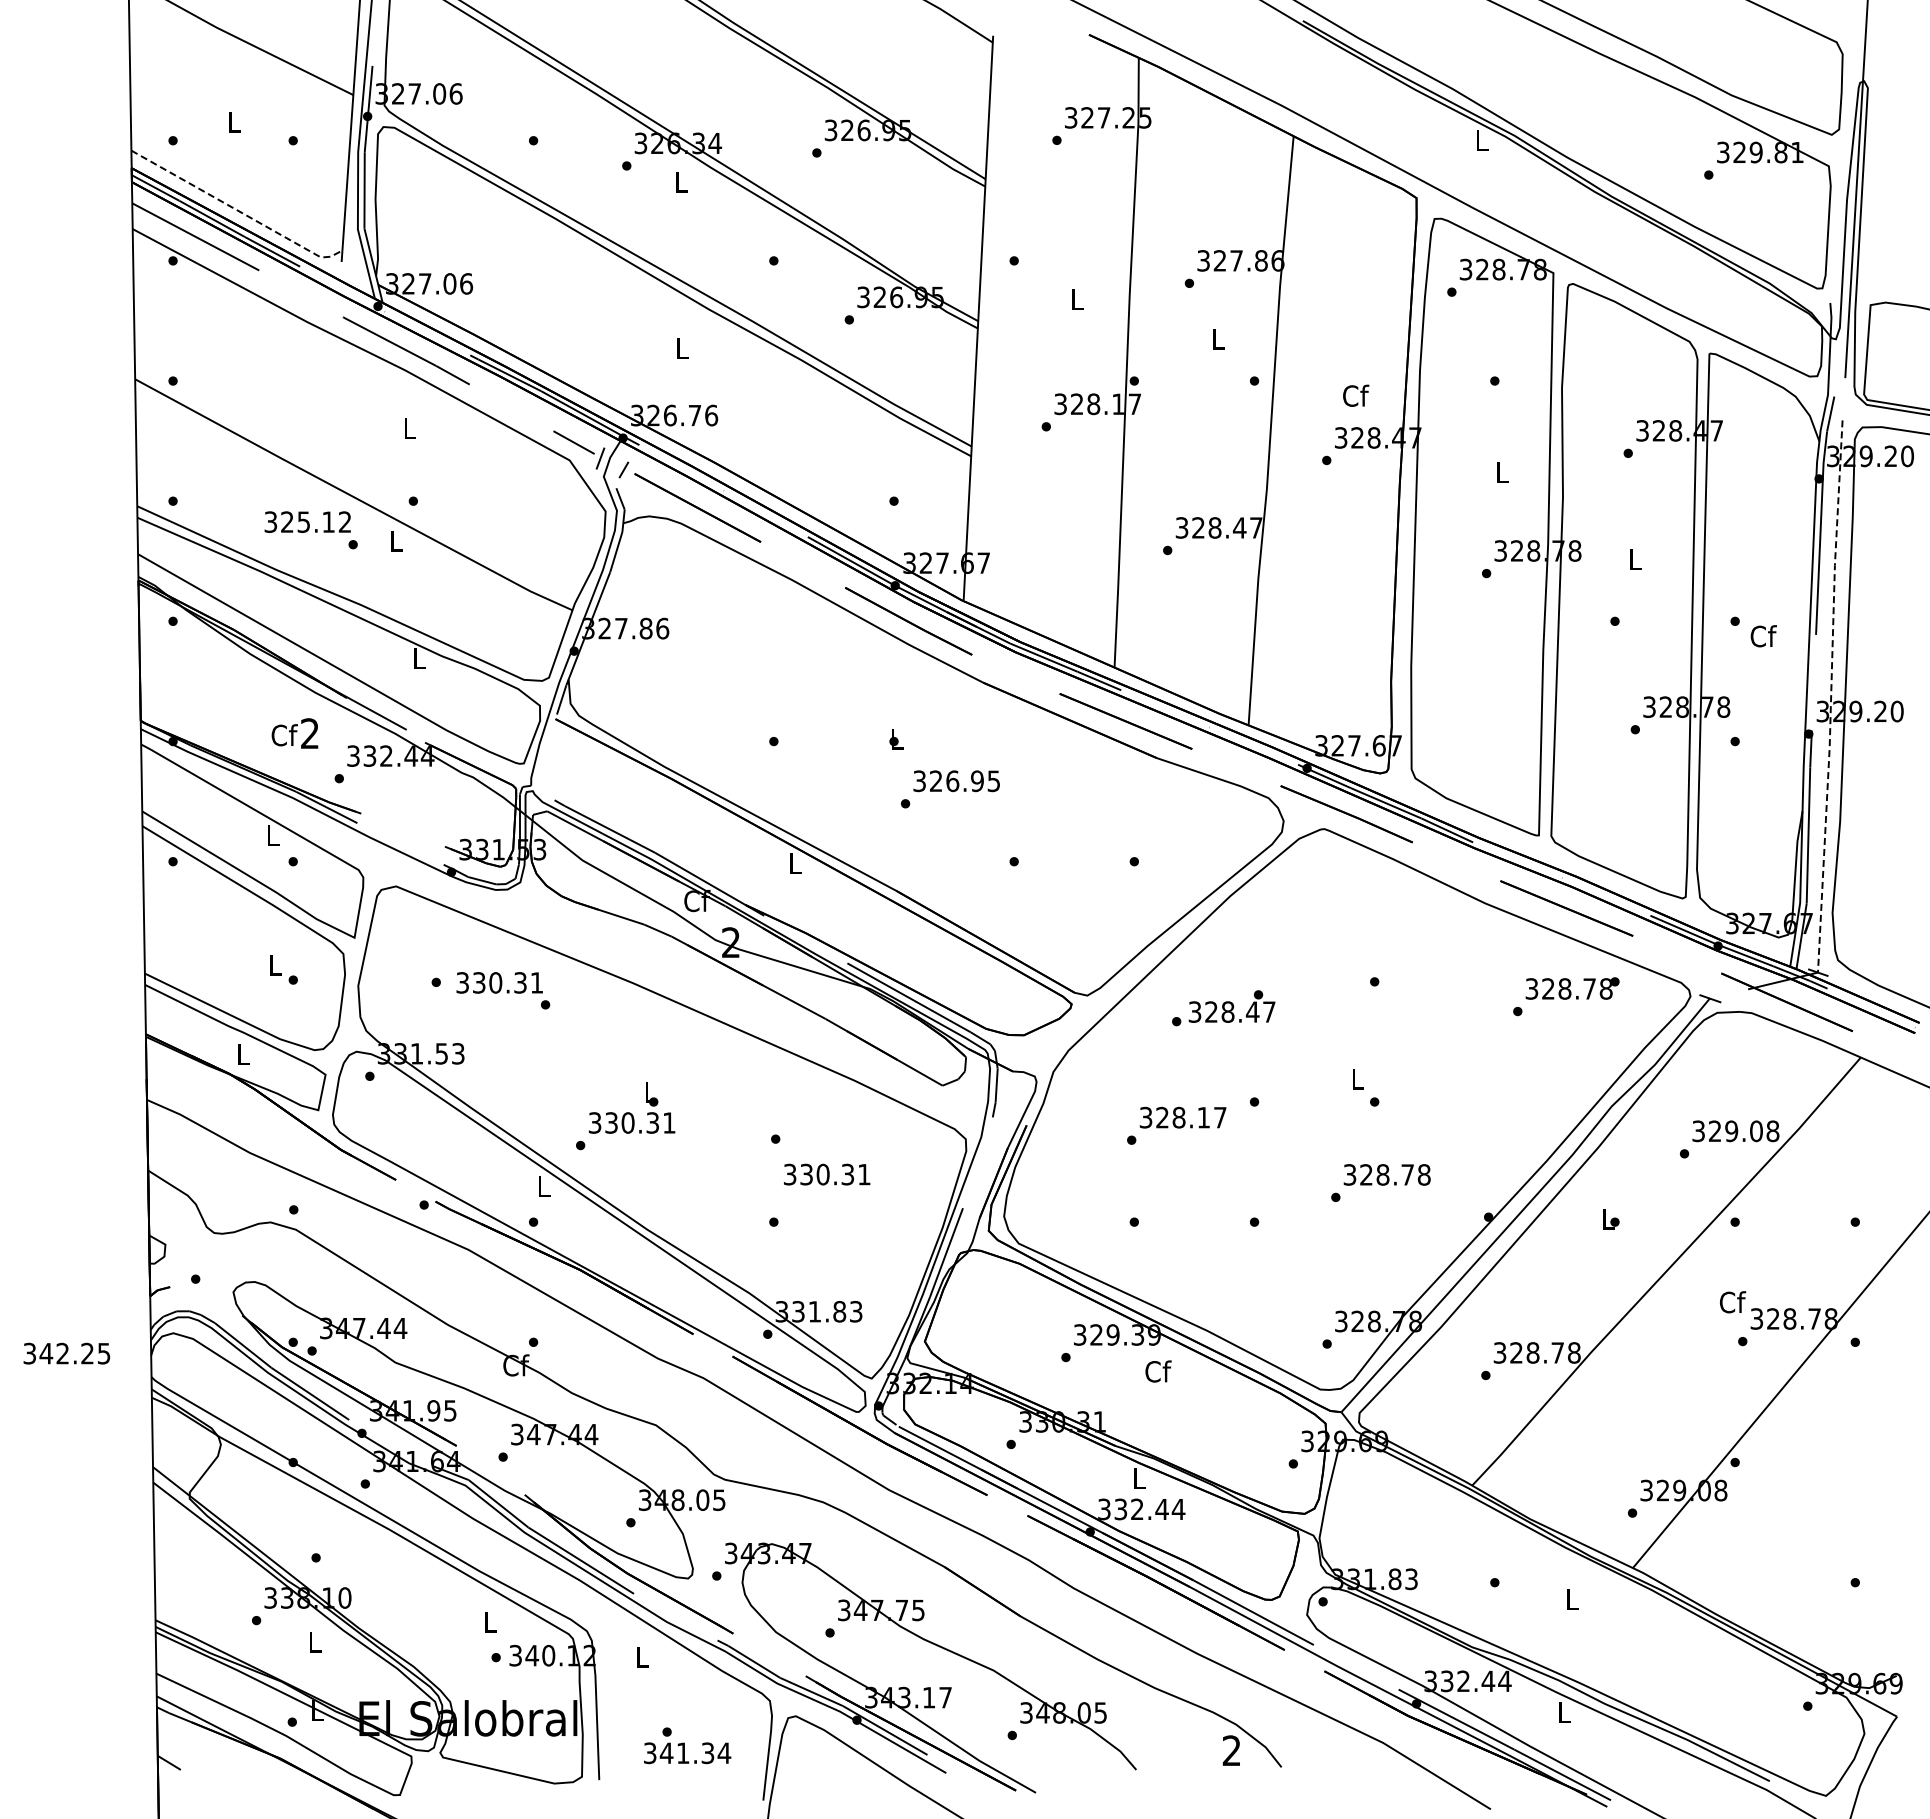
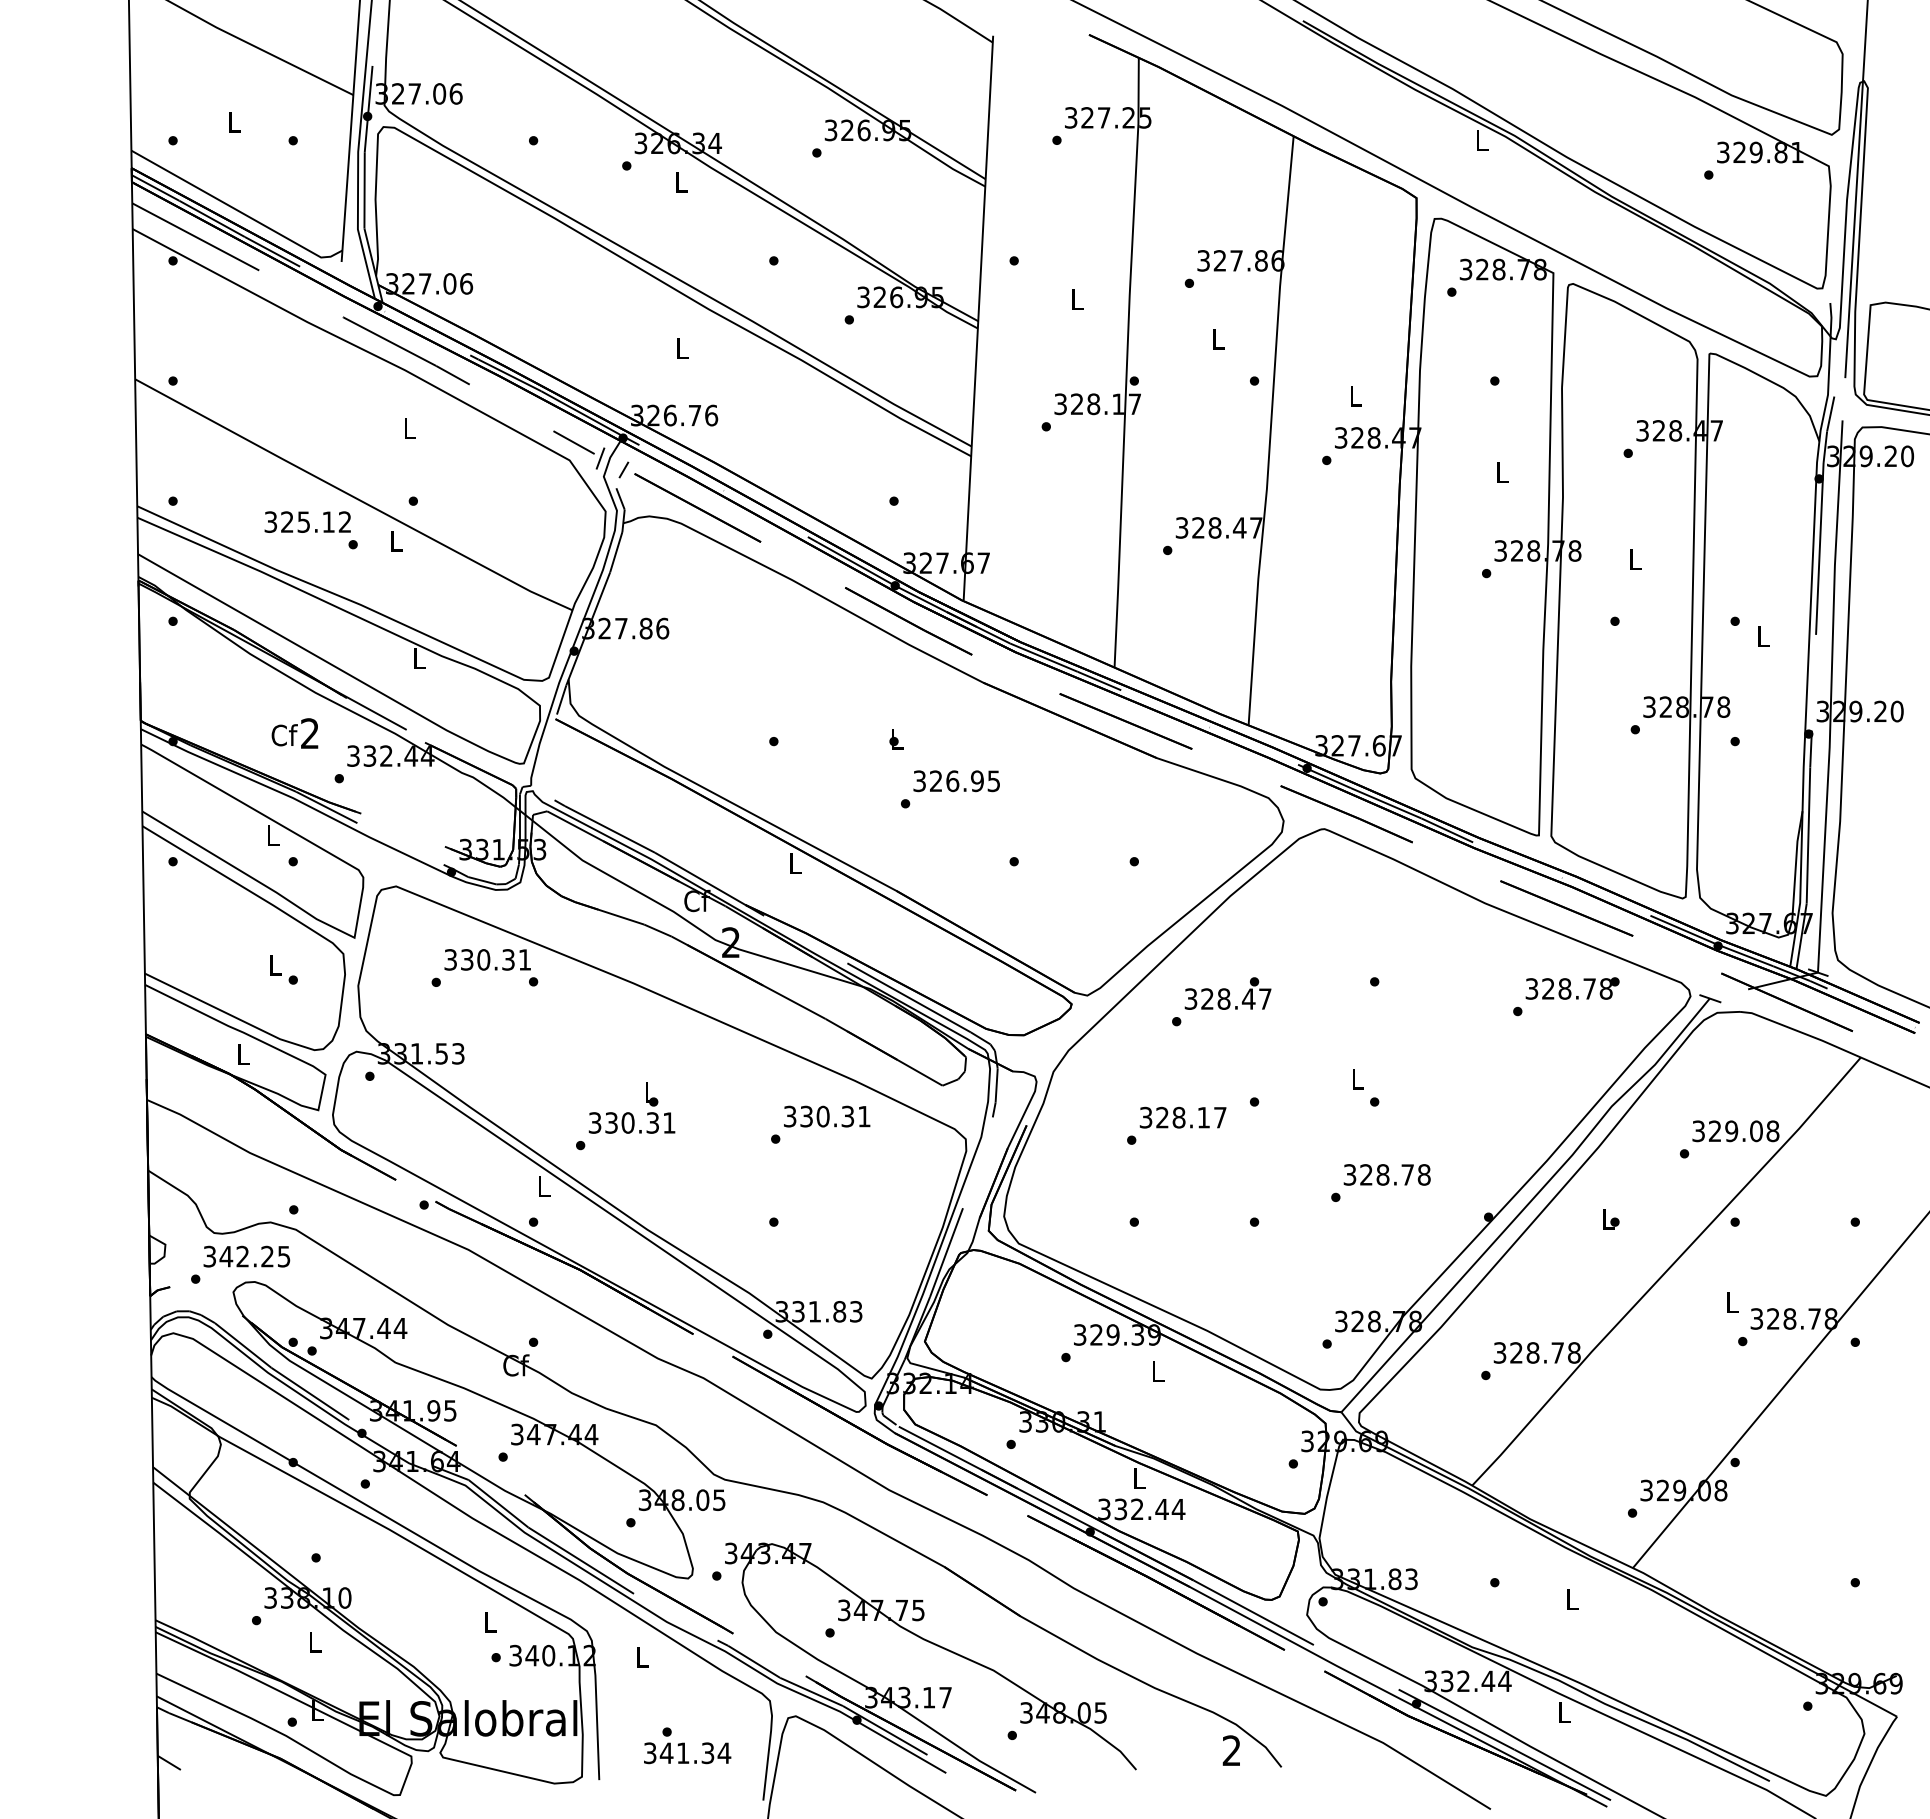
line at (237, 210): dashed -> solid
text at (1356, 395): Cf -> L
text at (1763, 636): Cf -> L
line at (1831, 696): dashed -> solid
text at (503, 990) position: (503, 990) -> (491, 967)
text at (1231, 1006) position: (1231, 1006) -> (1227, 993)
text at (827, 1174) position: (827, 1174) -> (827, 1116)
text at (1732, 1302): Cf -> L
text at (66, 1353) position: (66, 1353) -> (246, 1256)
text at (1158, 1371): Cf -> L
